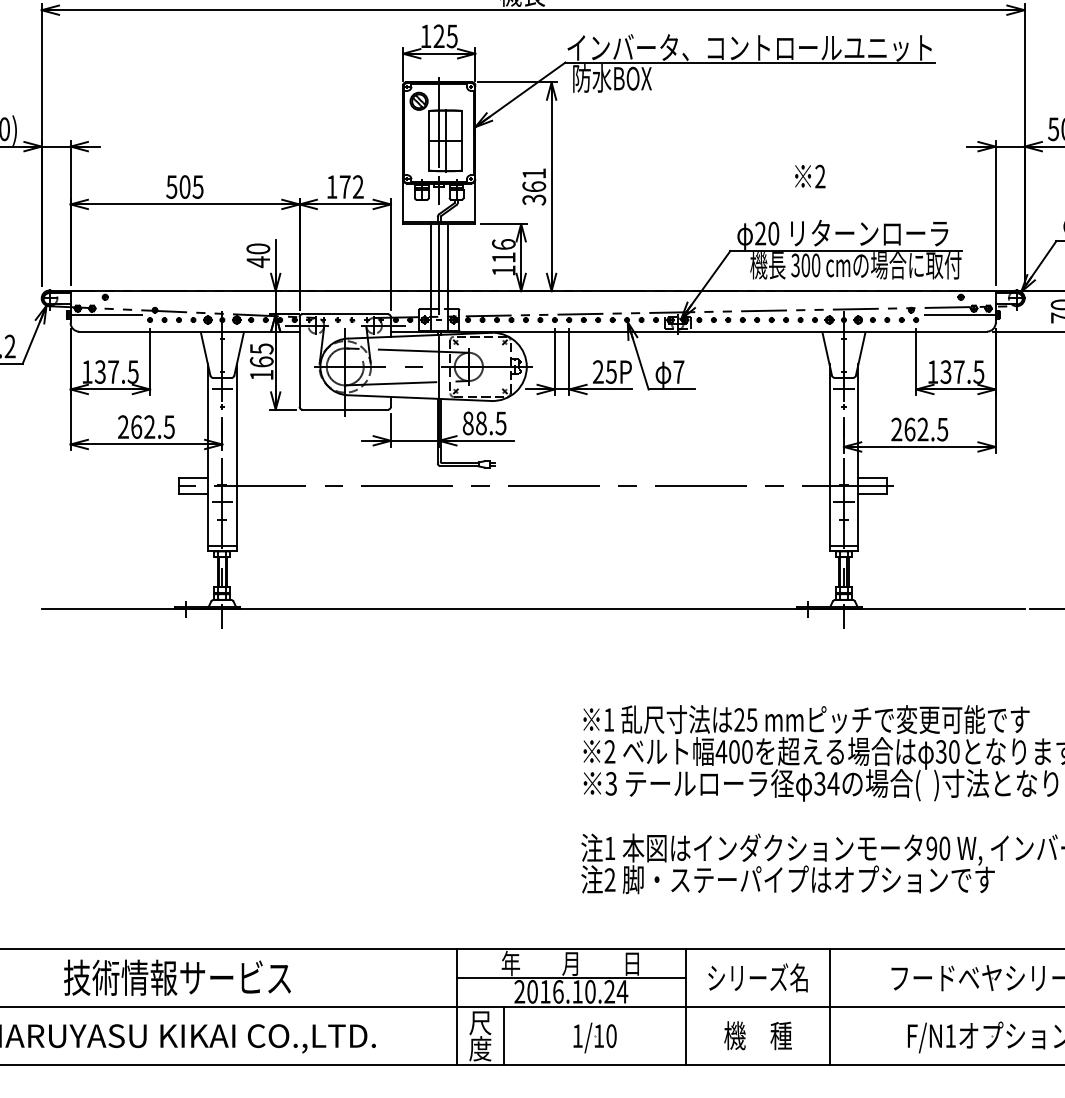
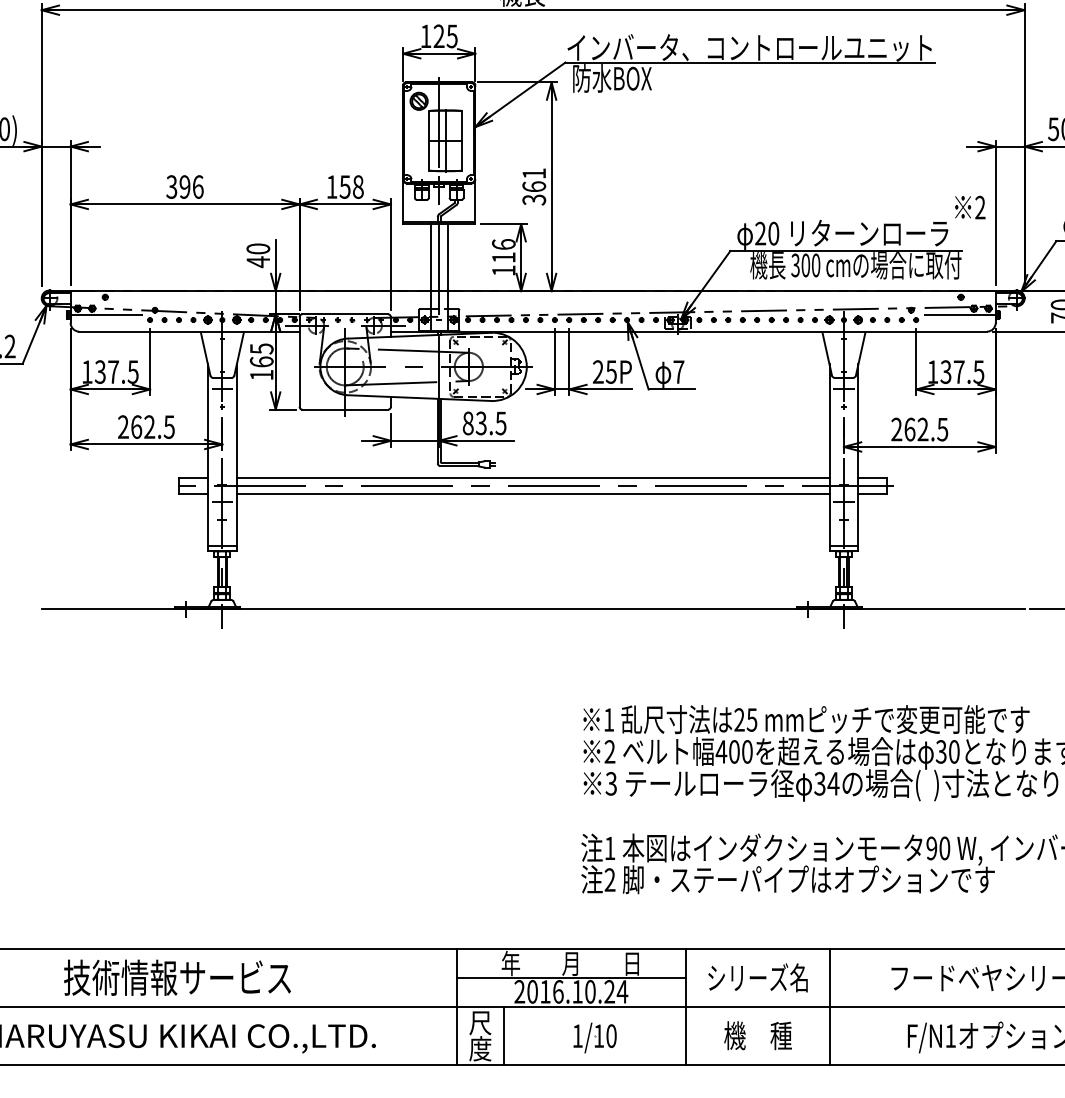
text at (810, 176) position: (810, 176) -> (970, 207)
text at (184, 186): 505 -> 396
text at (351, 186): 172 -> 158
text at (480, 423): 88.5 -> 83.5
line at (532, 477): none -> present
line at (532, 493): none -> present
